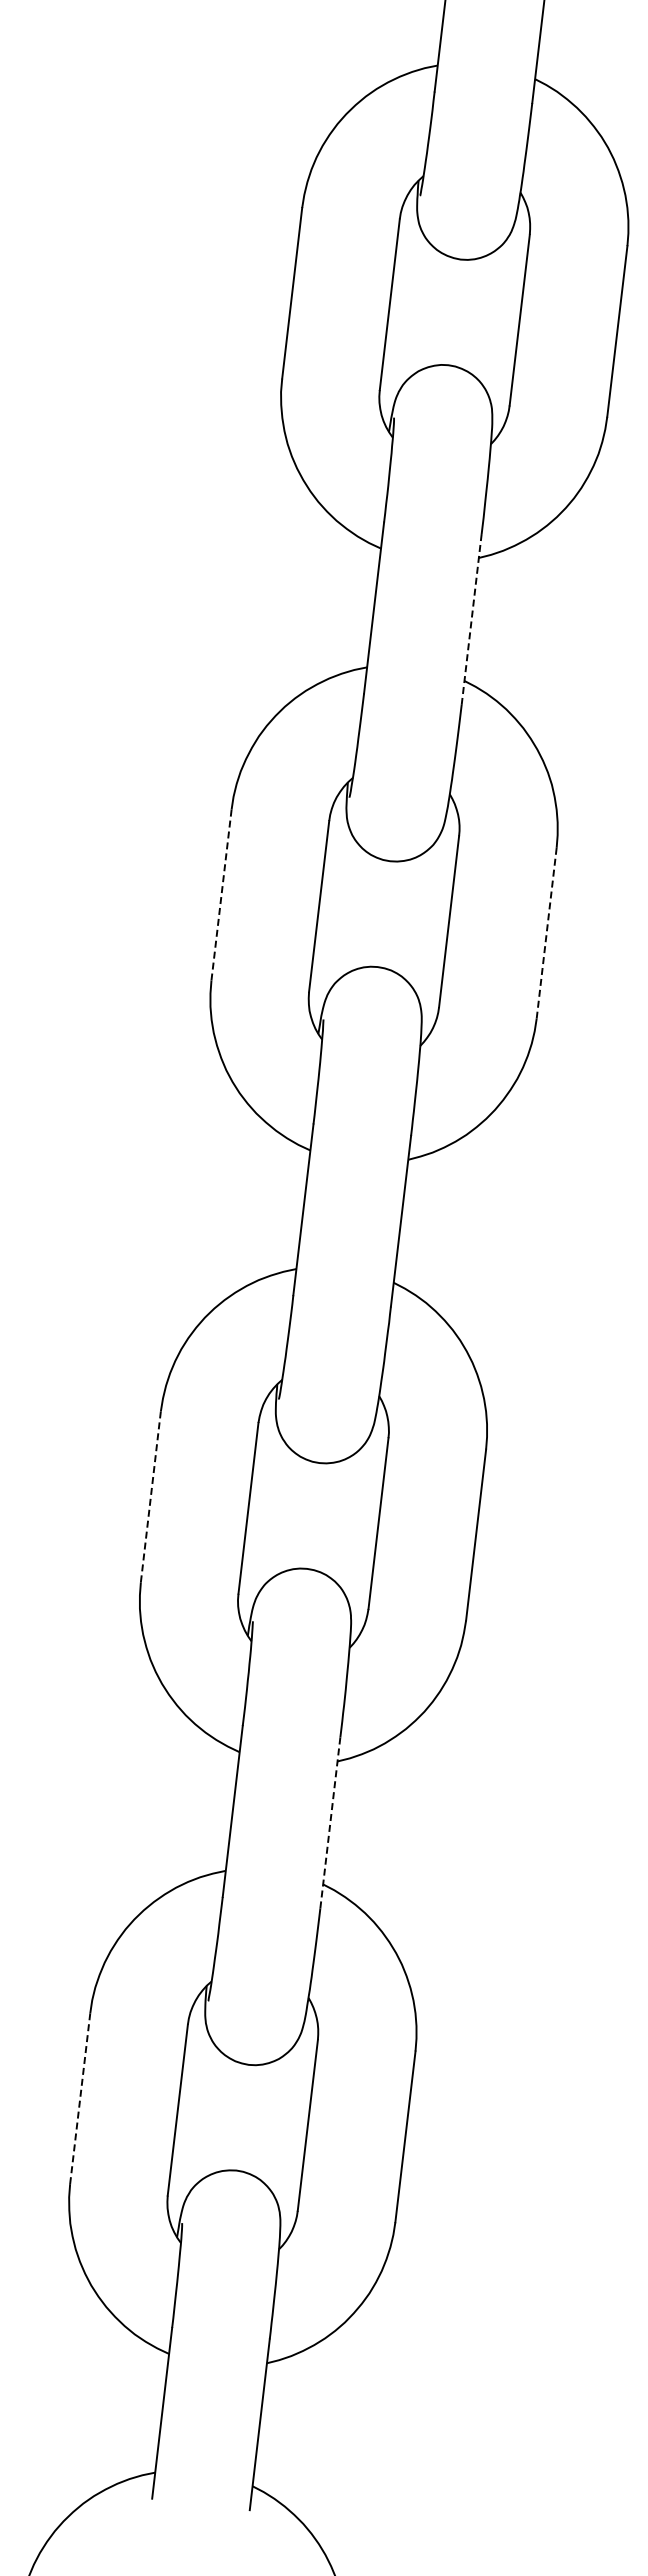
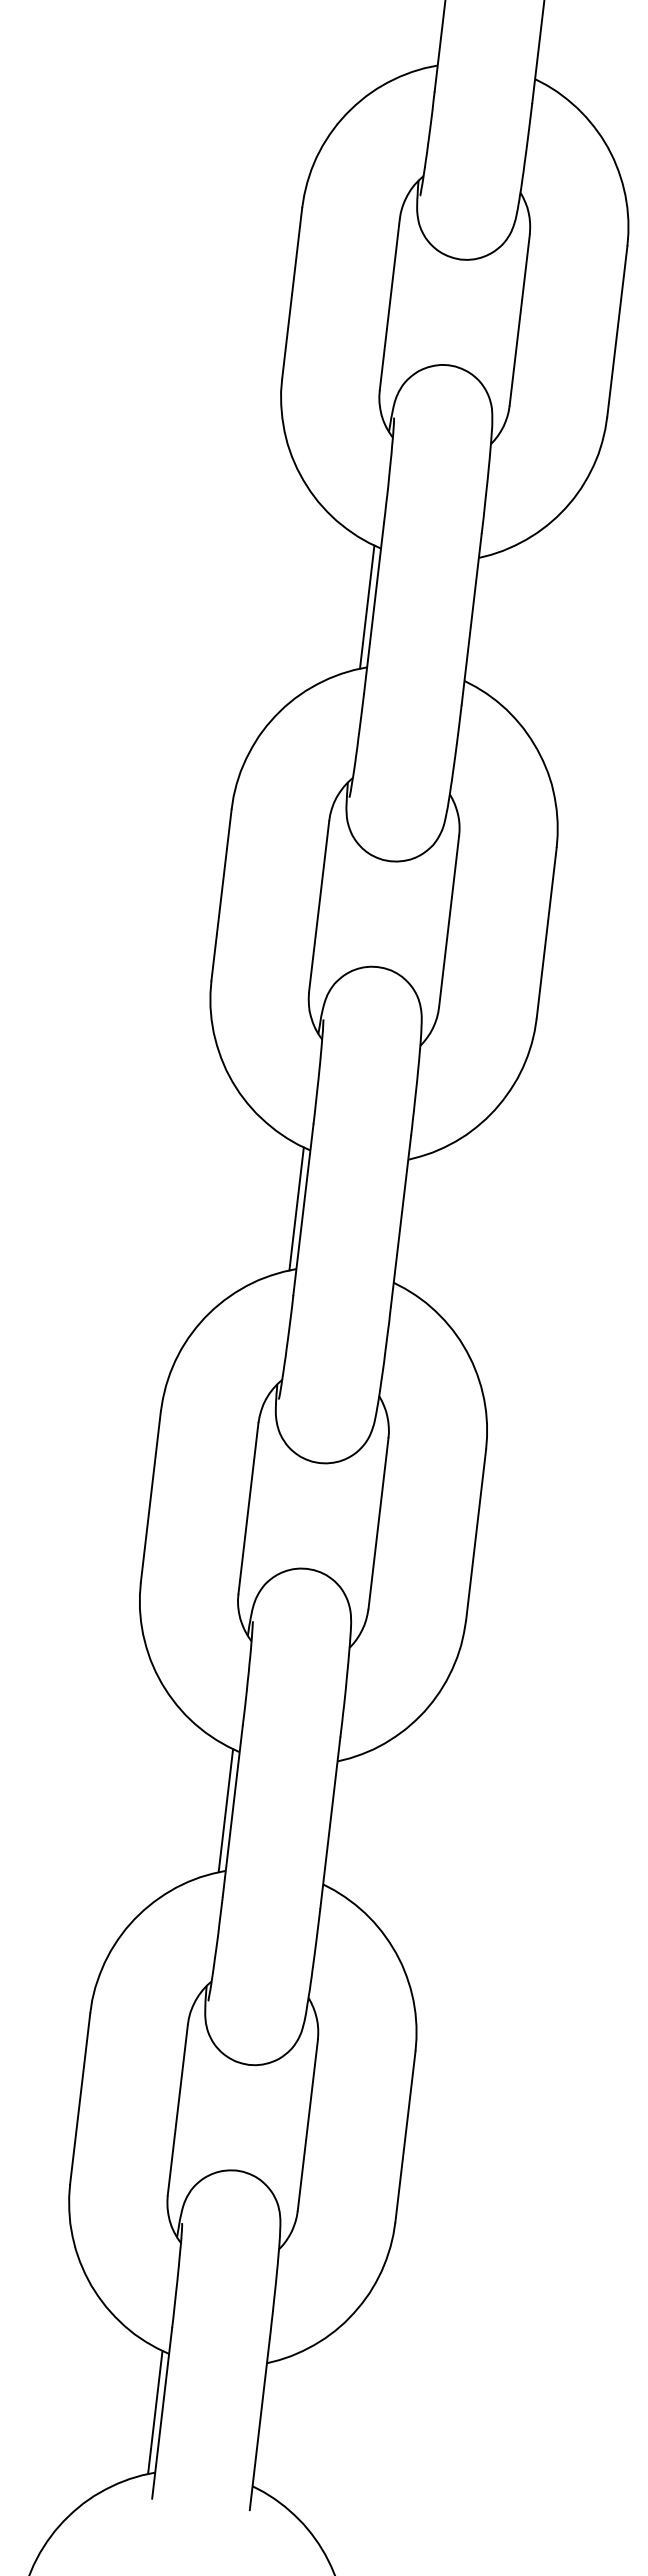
line at (367, 606): none -> present
line at (471, 619): dashed -> solid
line at (221, 895): dashed -> solid
line at (546, 933): dashed -> solid
line at (296, 1208): none -> present
line at (150, 1496): dashed -> solid
line at (225, 1810): none -> present
line at (330, 1822): dashed -> solid
line at (80, 2098): dashed -> solid
line at (155, 2411): none -> present
